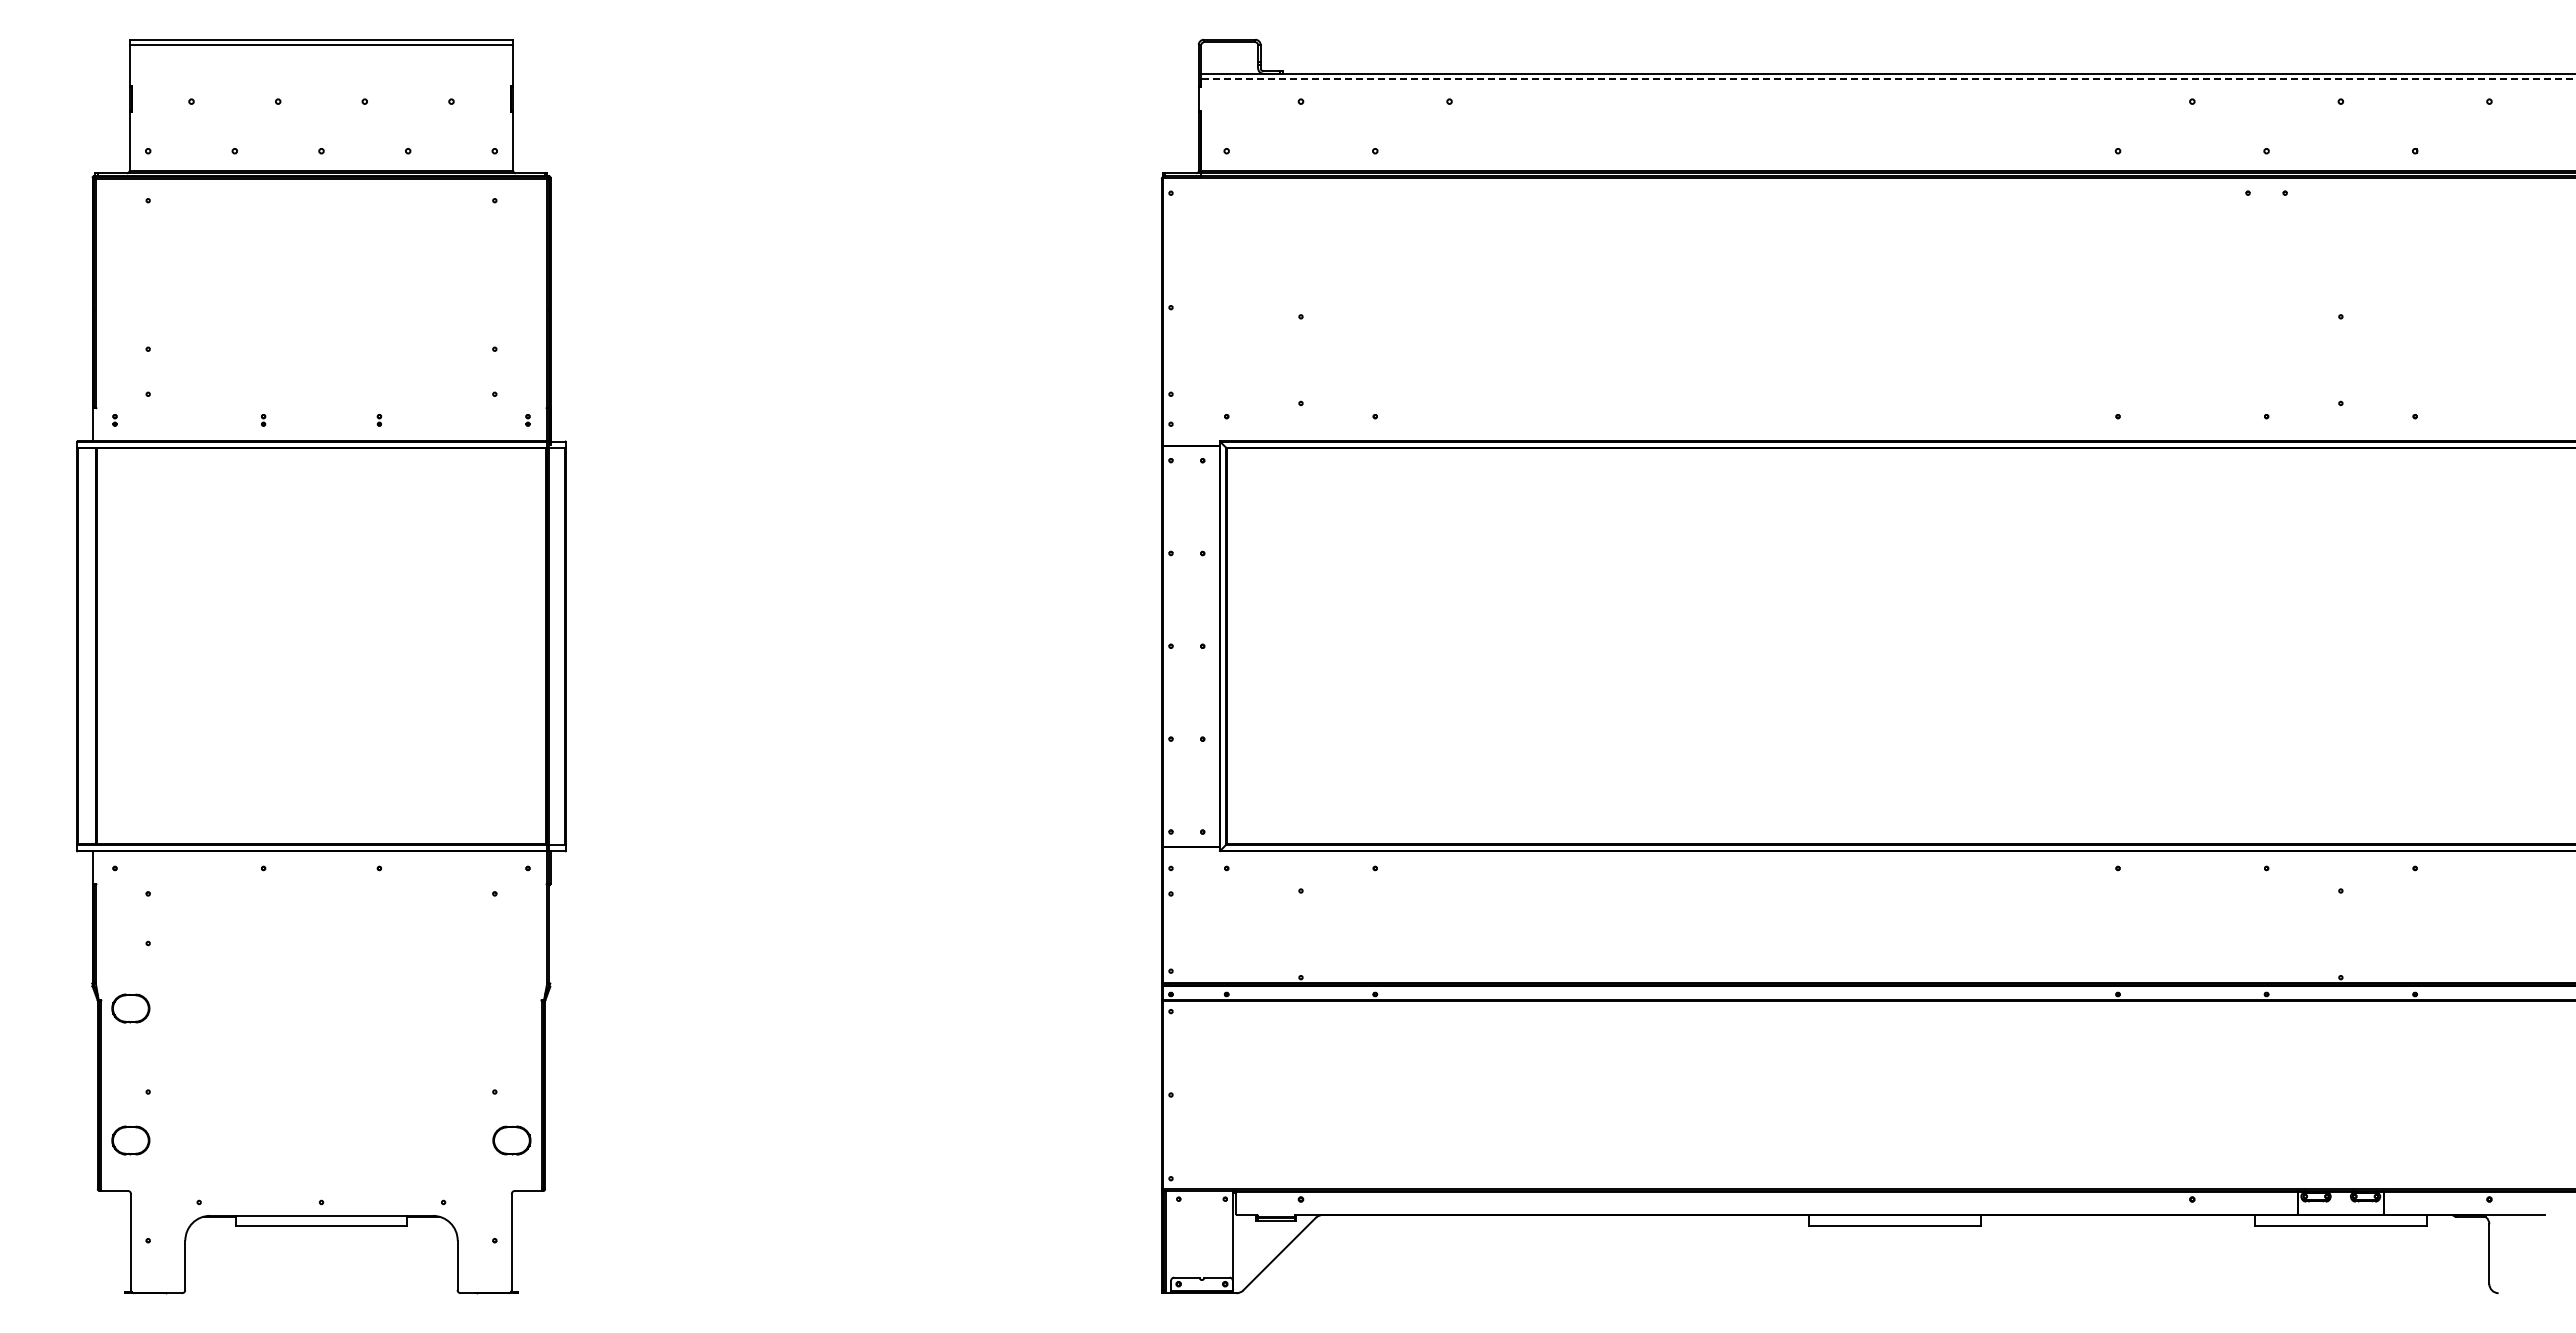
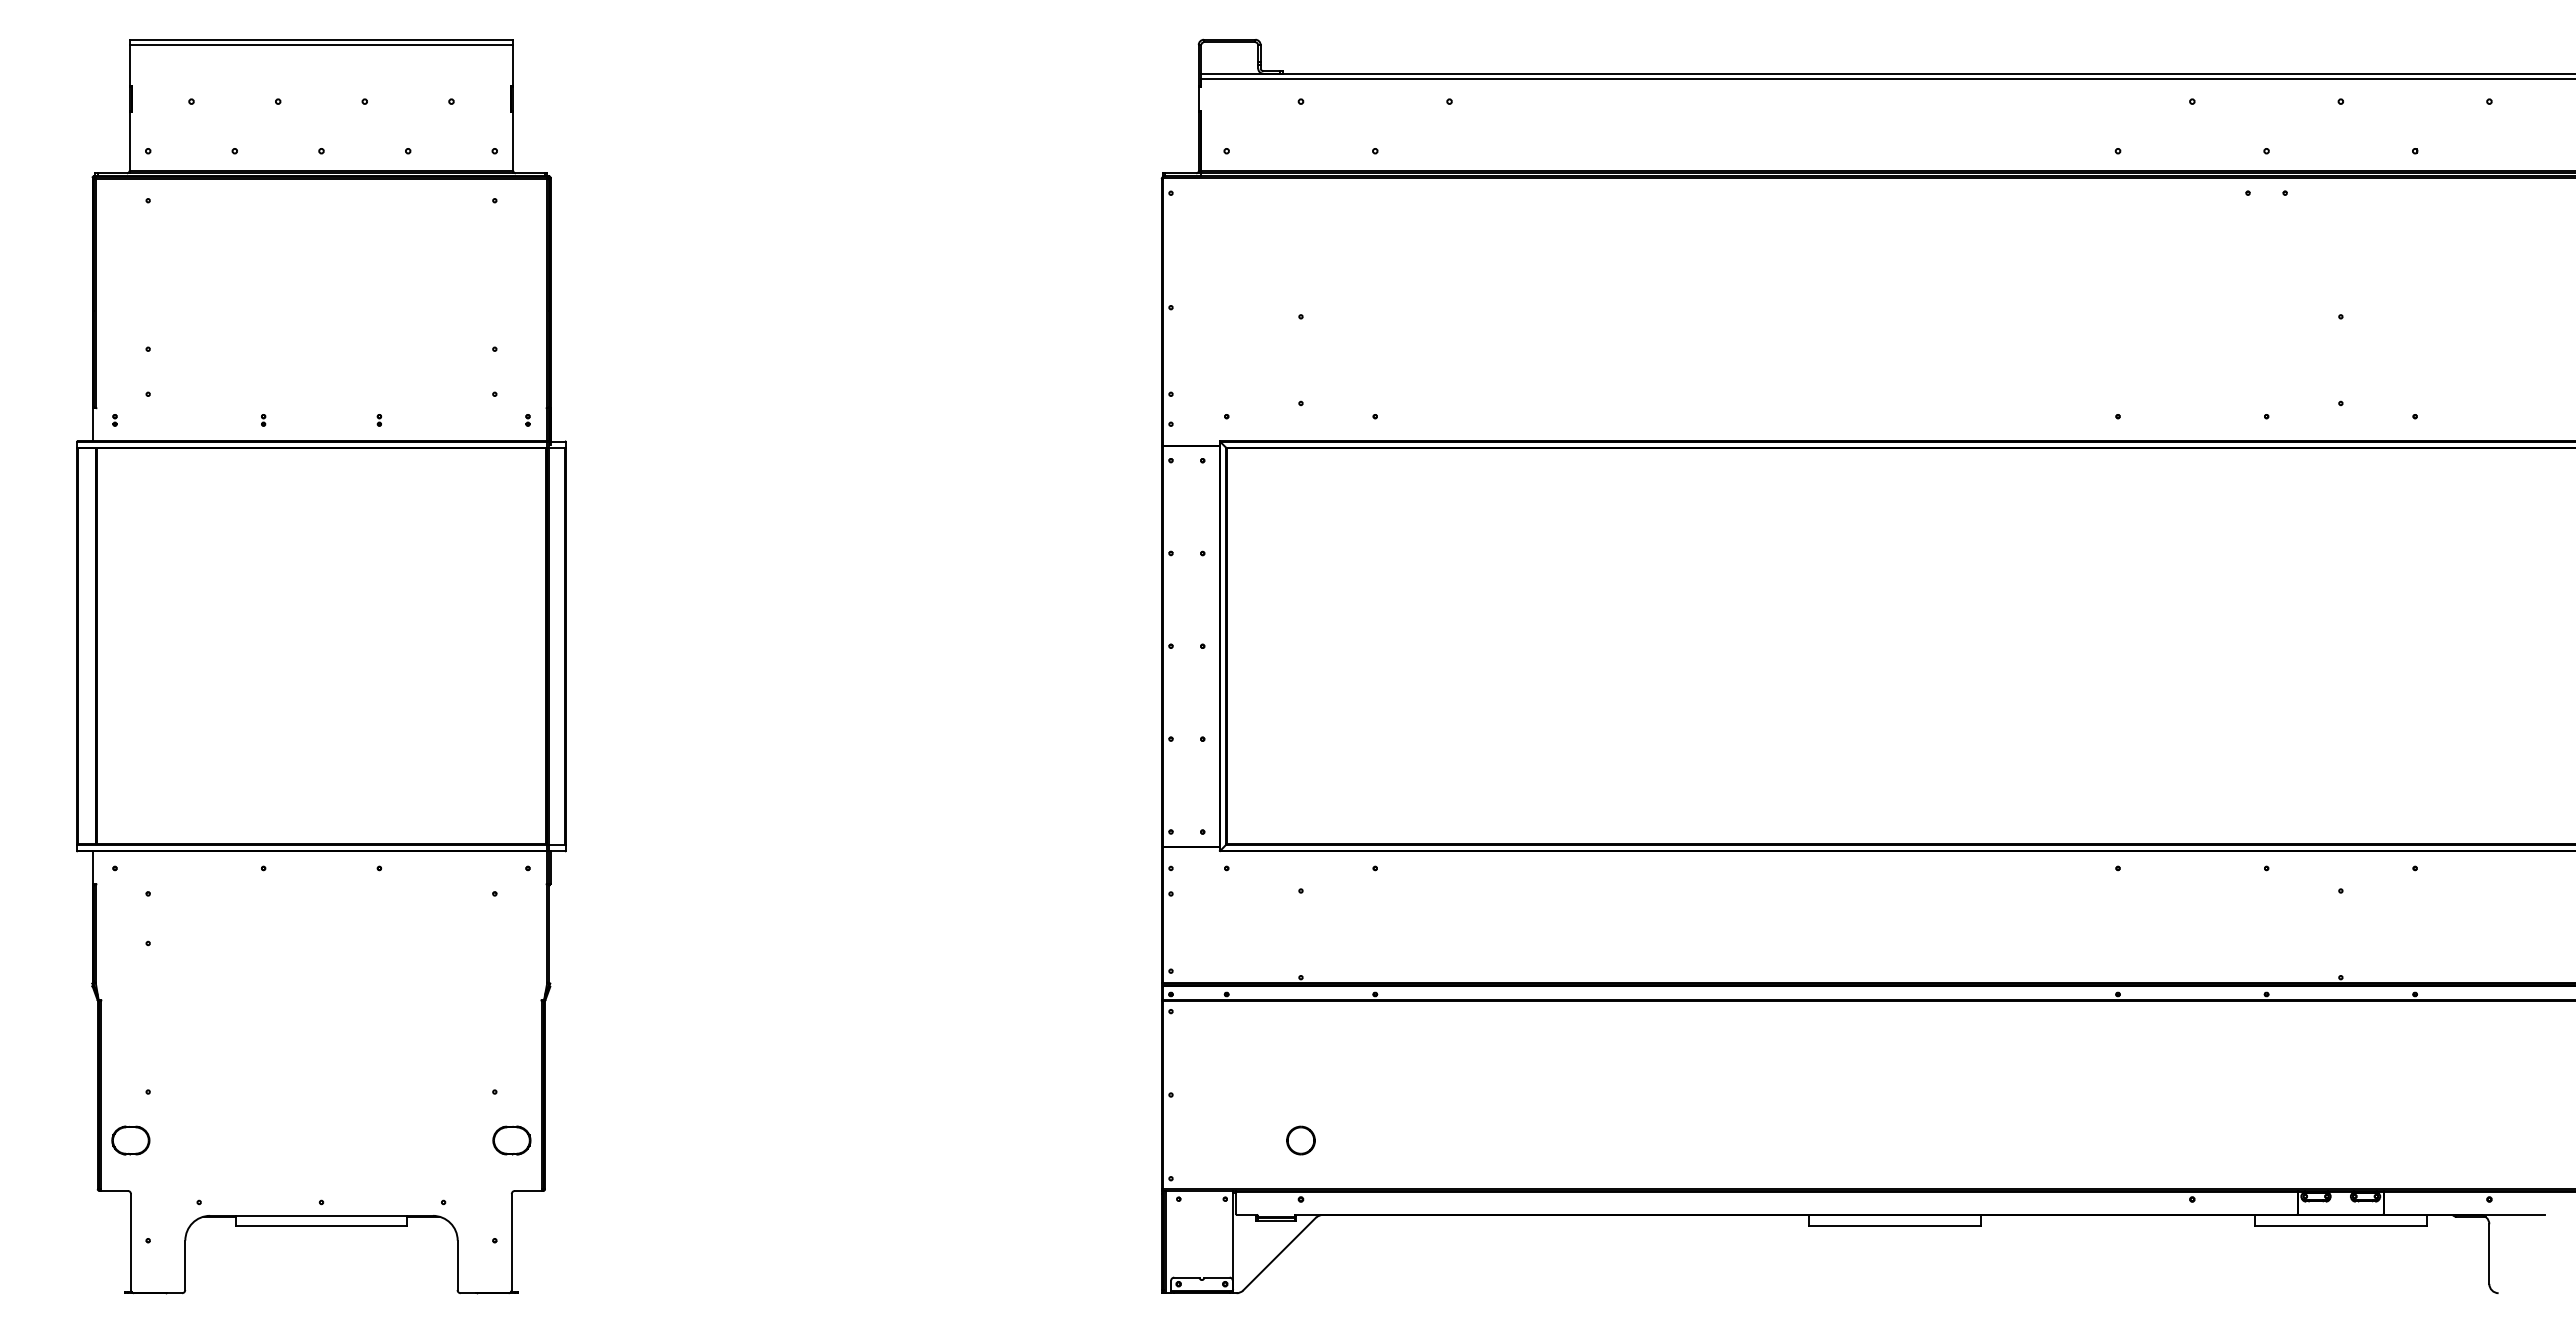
line at (1888, 79): dashed -> solid
part at (130, 1008): present -> none
part at (1300, 1140): none -> present
